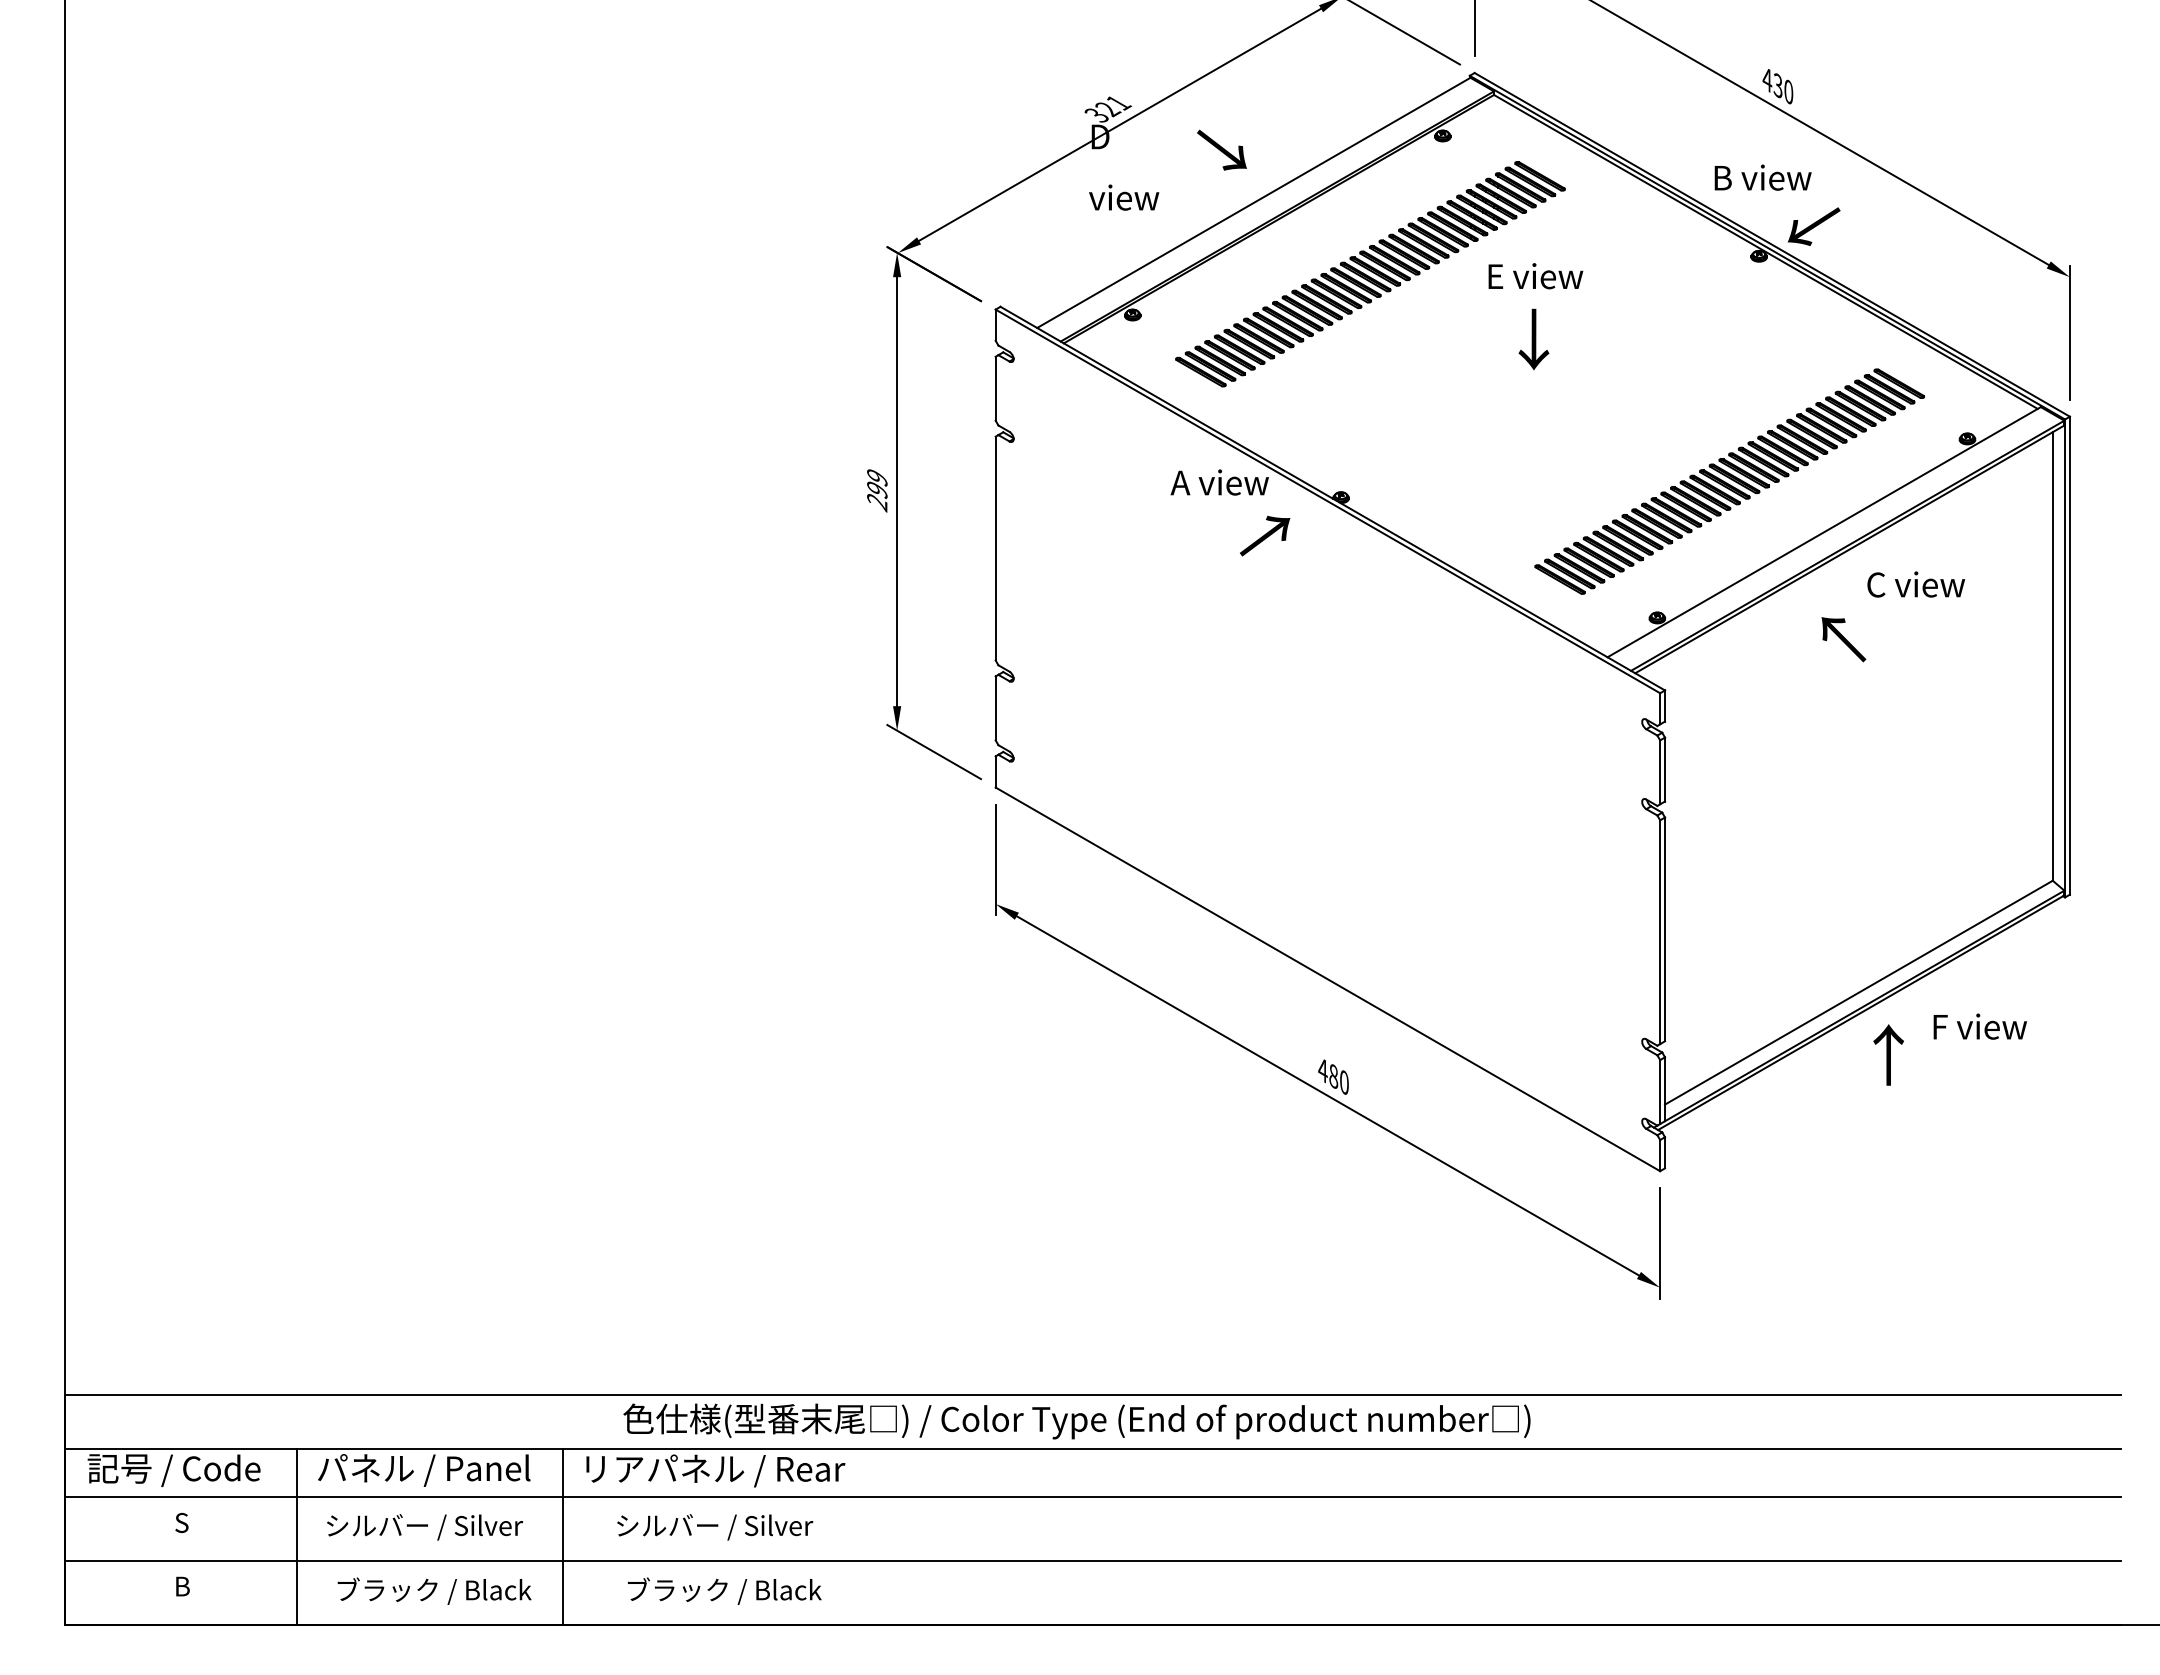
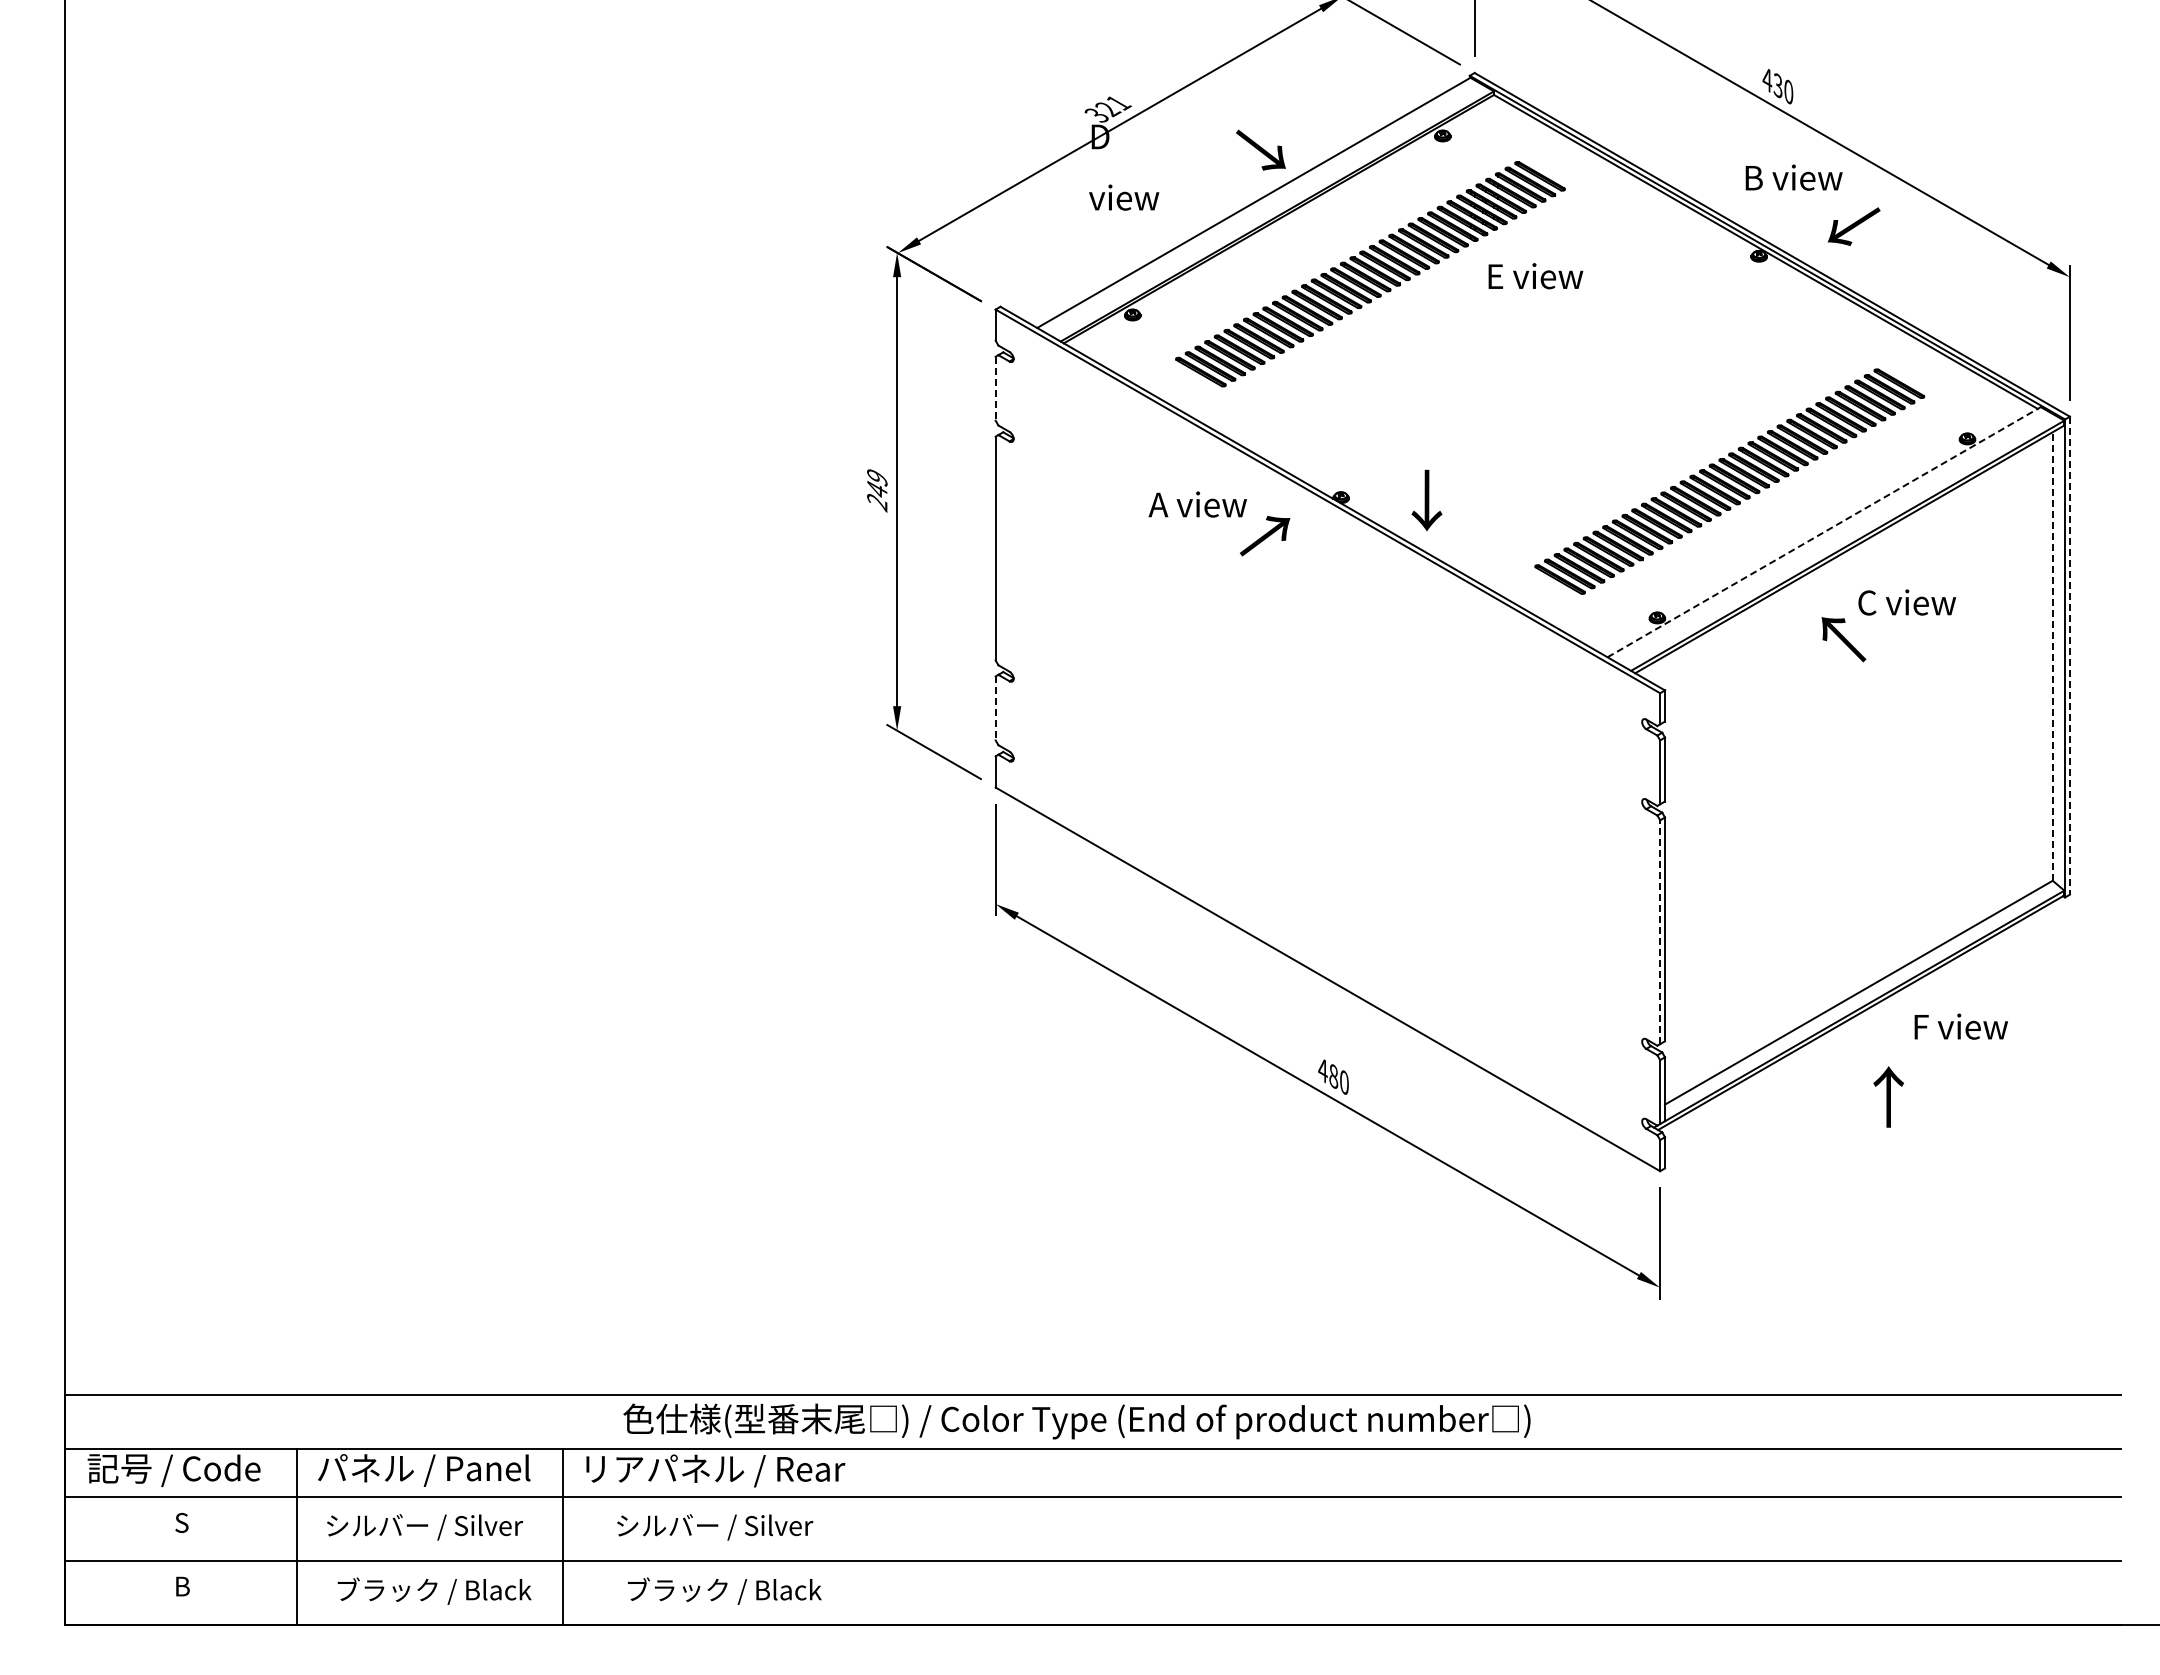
text at (1221, 149) position: (1221, 149) -> (1260, 149)
text at (1762, 177) position: (1762, 177) -> (1793, 177)
text at (1813, 226) position: (1813, 226) -> (1853, 226)
text at (1533, 339) position: (1533, 339) -> (1426, 500)
line at (995, 388): solid -> dashed
text at (1219, 482) position: (1219, 482) -> (1197, 504)
text at (877, 489): 299 -> 249
line at (1824, 531): solid -> dashed
text at (1916, 584) position: (1916, 584) -> (1907, 602)
line at (2069, 655): solid -> dashed
line at (2052, 656): solid -> dashed
line at (995, 708): solid -> dashed
line at (1660, 932): solid -> dashed
text at (1979, 1026) position: (1979, 1026) -> (1960, 1026)
text at (1888, 1054) position: (1888, 1054) -> (1888, 1096)
